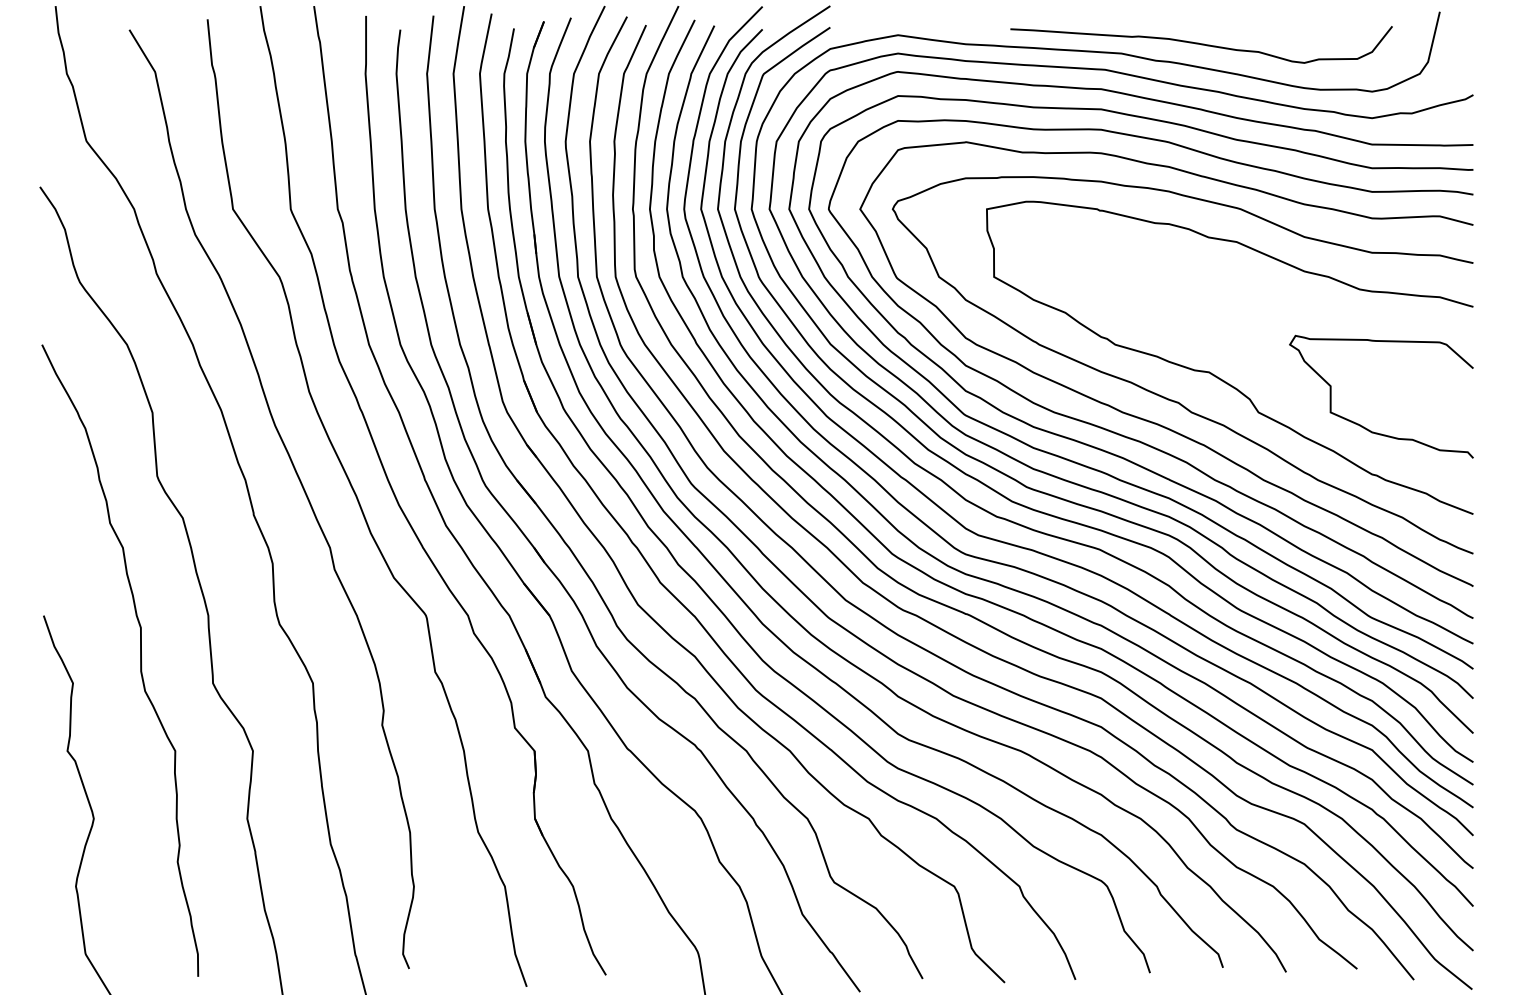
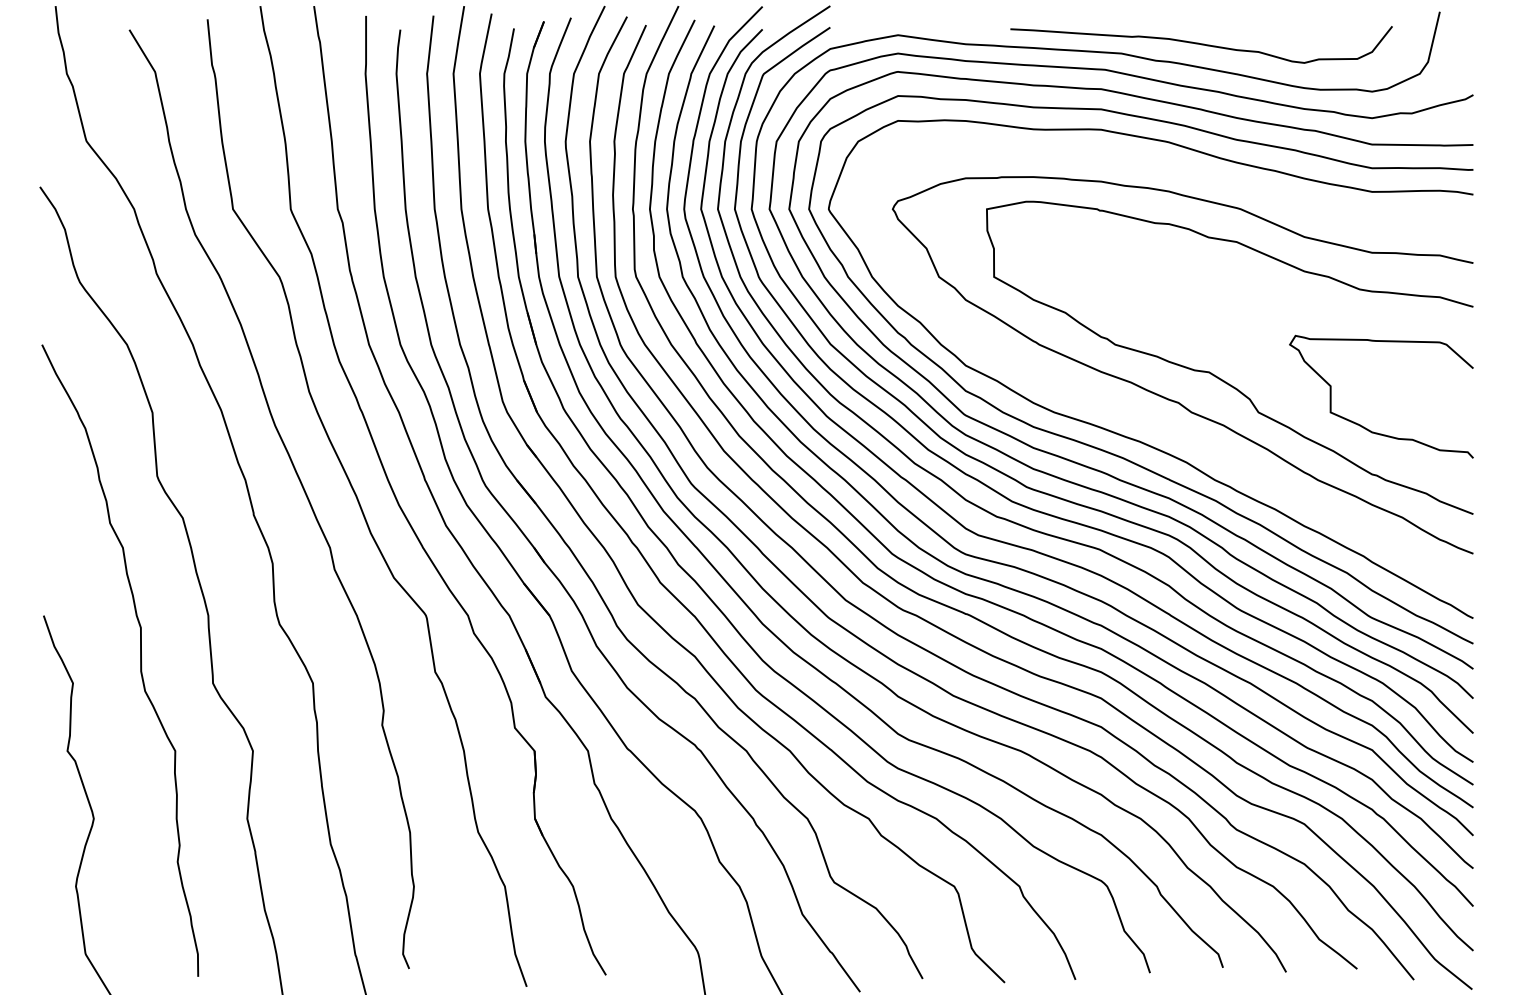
curve at (1144, 418): present -> none
